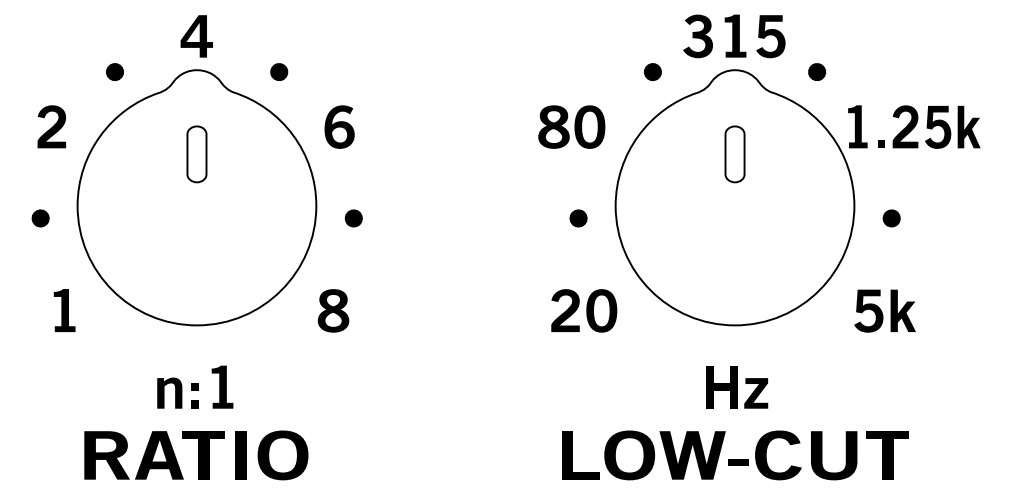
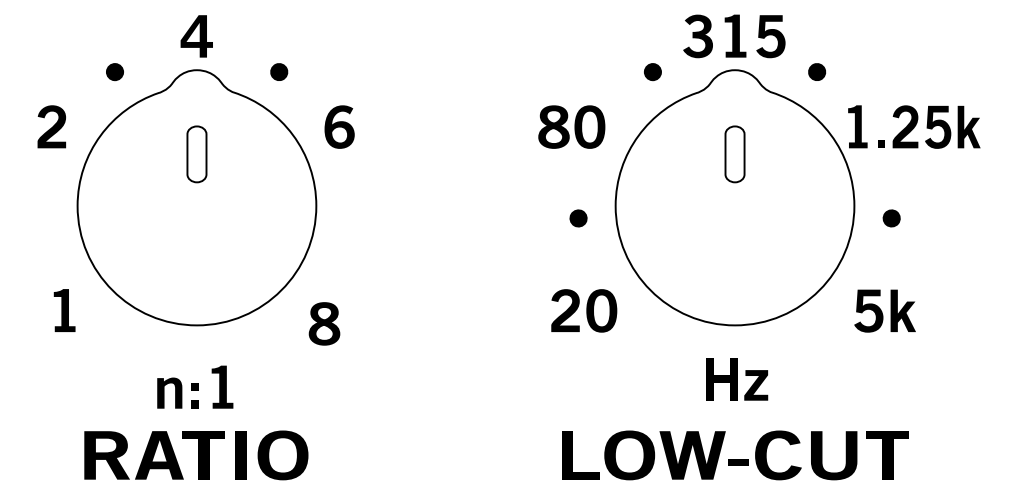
fill at (40, 218): present -> none
fill at (353, 218): present -> none
part at (333, 310) position: (333, 310) -> (324, 323)
part at (737, 387) position: (737, 387) -> (737, 379)
